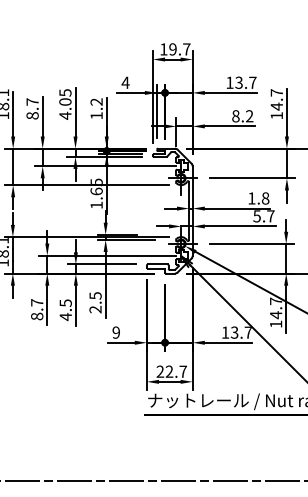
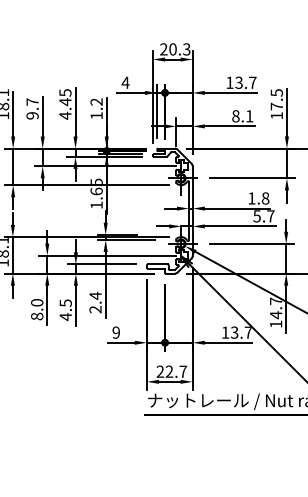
text at (175, 49): 19.7 -> 20.3
text at (276, 99): 14.7 -> 17.5
text at (65, 102): 4.05 -> 4.45
text at (32, 115): 8.7 -> 9.7
text at (249, 116): 8.2 -> 8.1
text at (95, 295): 2.5 -> 2.4
text at (37, 302): 8.7 -> 8.0
line at (153, 480): present -> none
